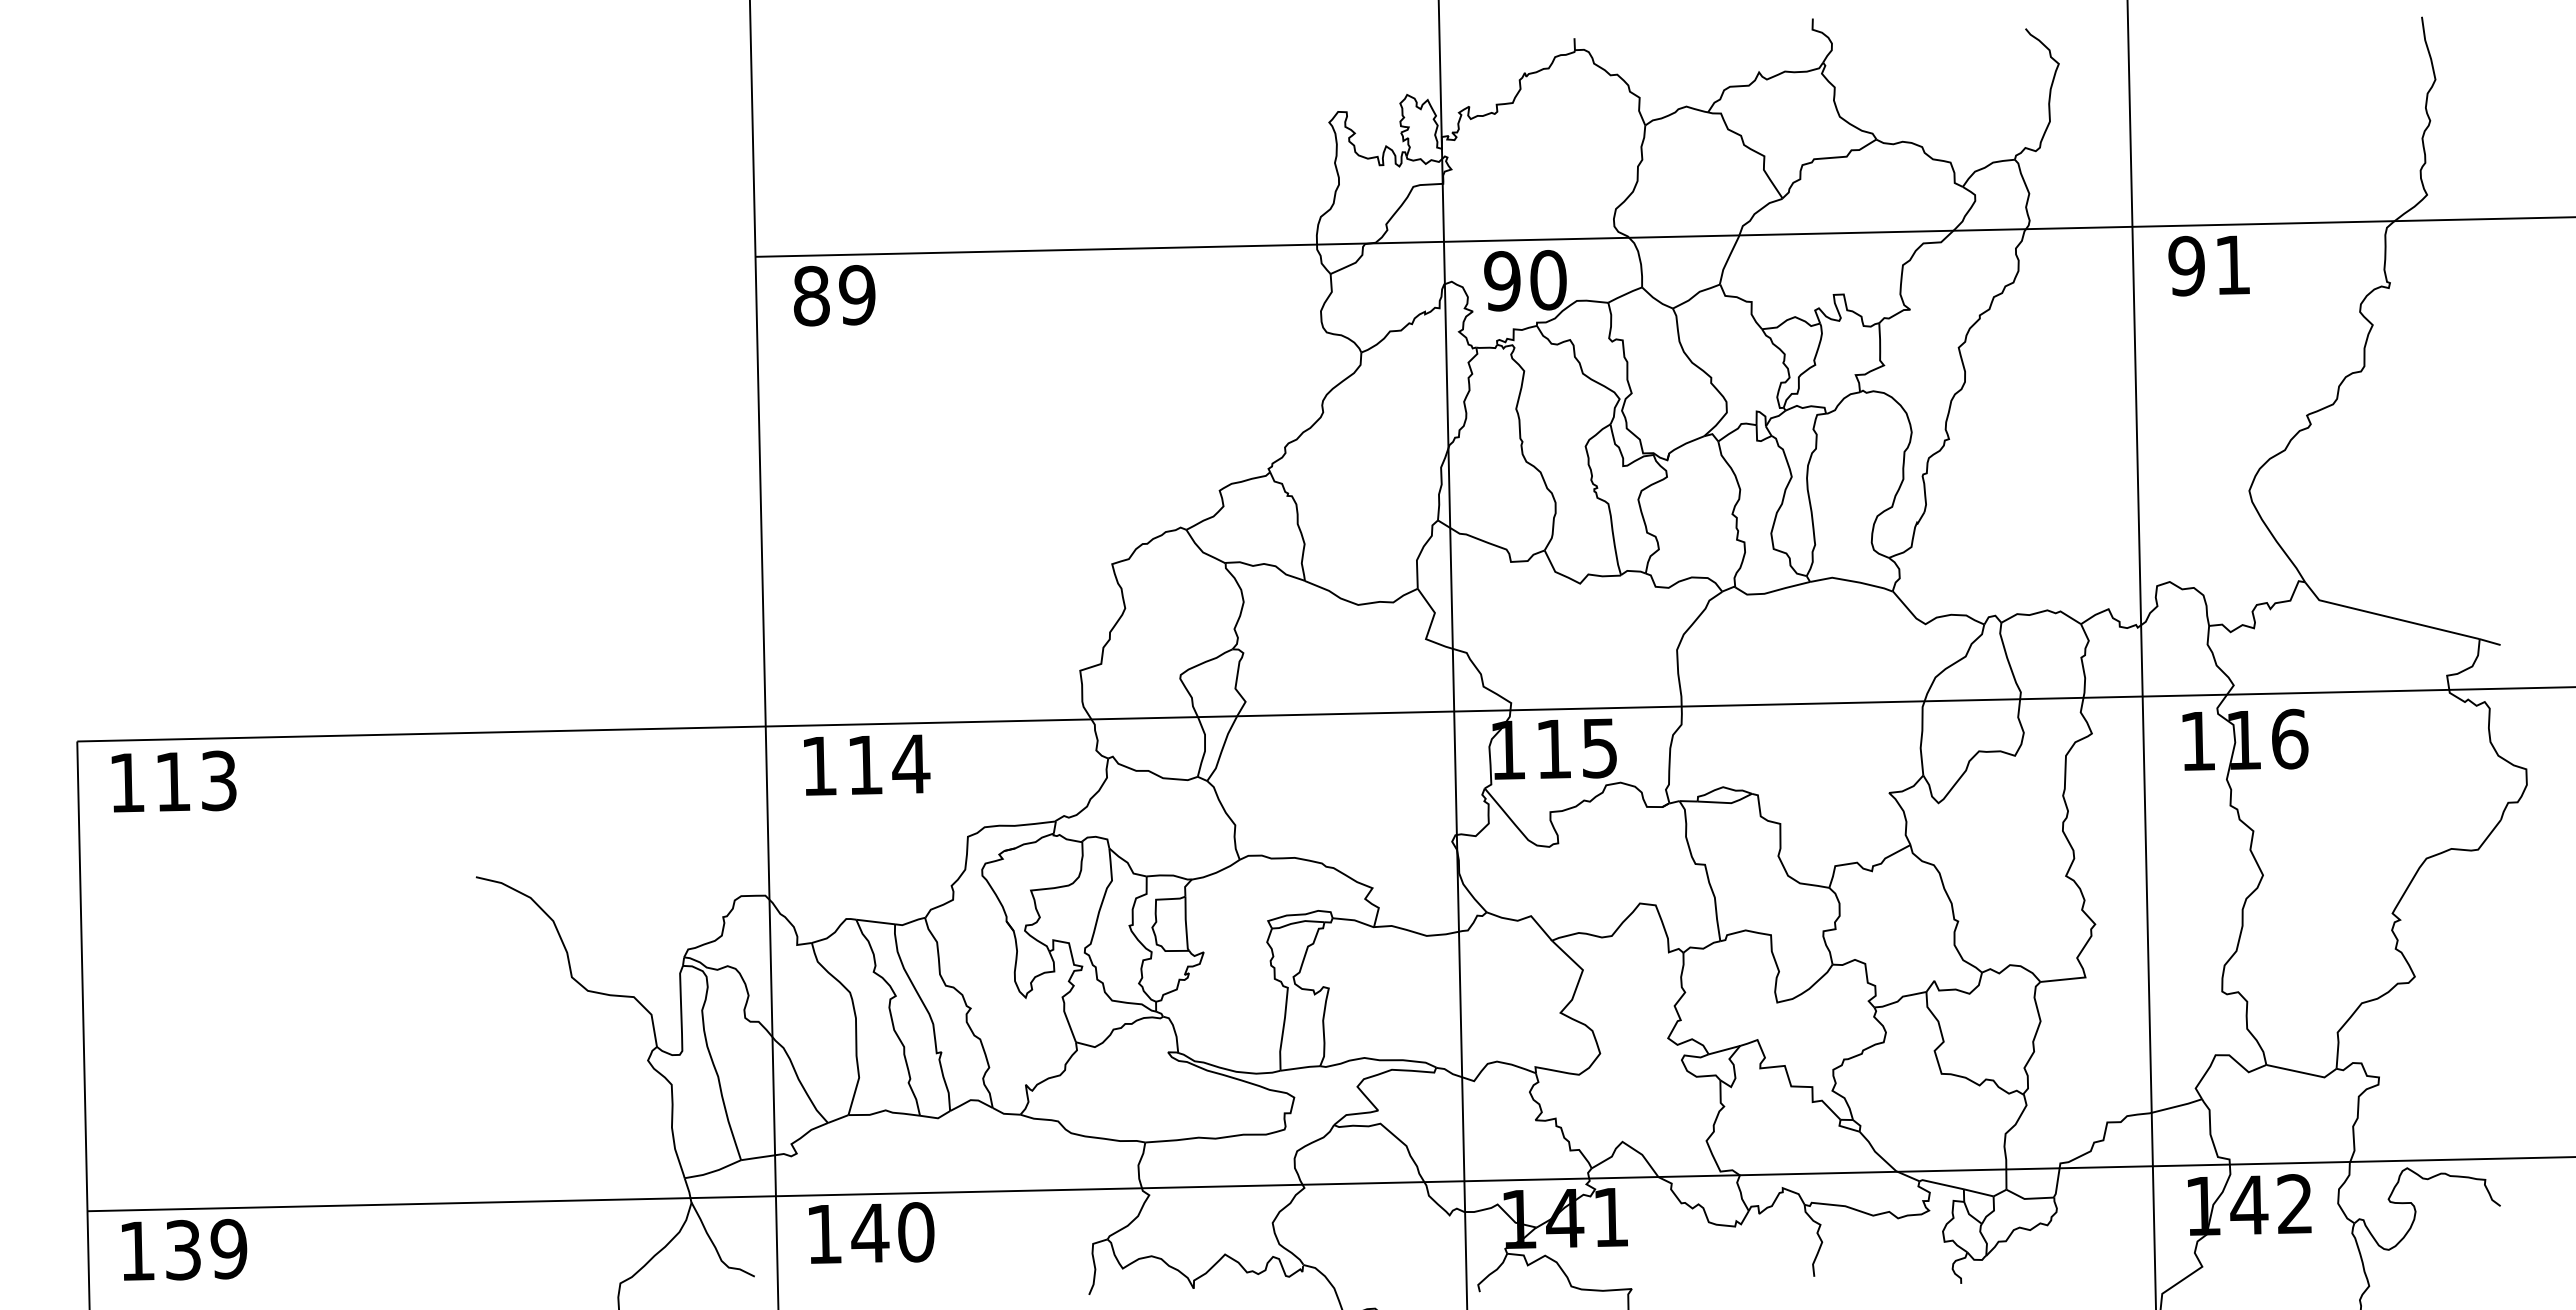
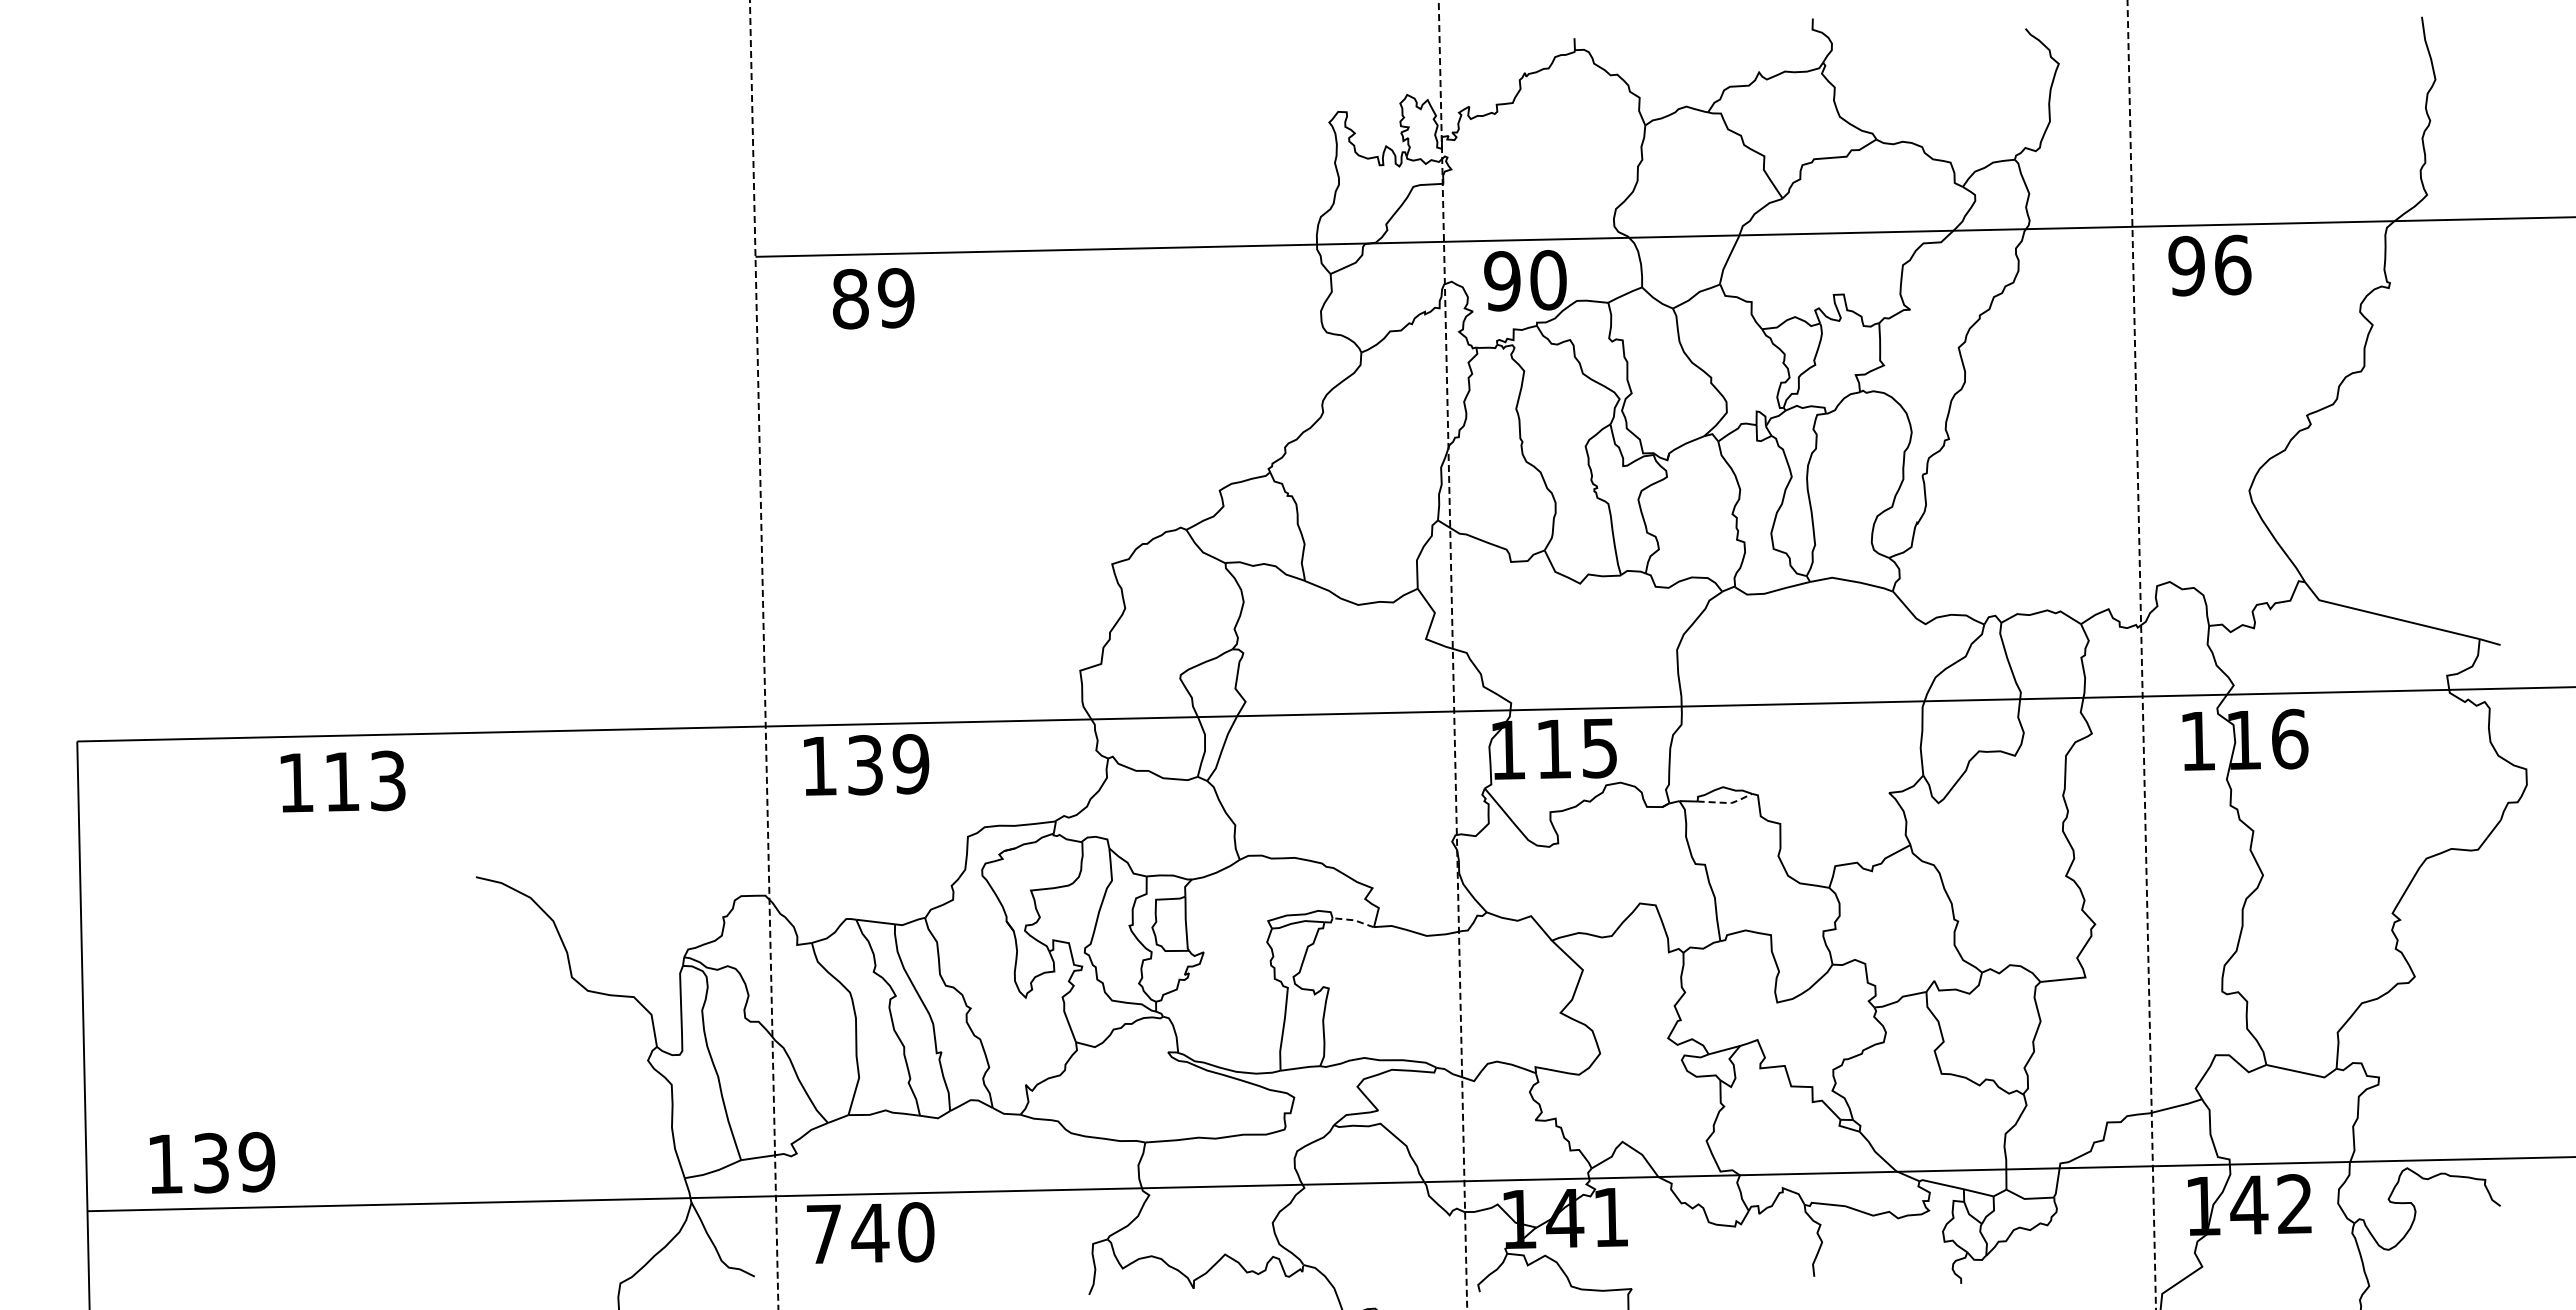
text at (2233, 264): 91 -> 96
text at (834, 295) position: (834, 295) -> (873, 298)
line at (2141, 654): solid -> dashed
line at (764, 655): solid -> dashed
line at (1452, 655): solid -> dashed
text at (889, 764): 114 -> 139
text at (173, 781) position: (173, 781) -> (342, 781)
line at (1727, 802): solid -> dashed
line at (1354, 920): solid -> dashed
text at (823, 1233): 140 -> 740
text at (184, 1249) position: (184, 1249) -> (212, 1162)
